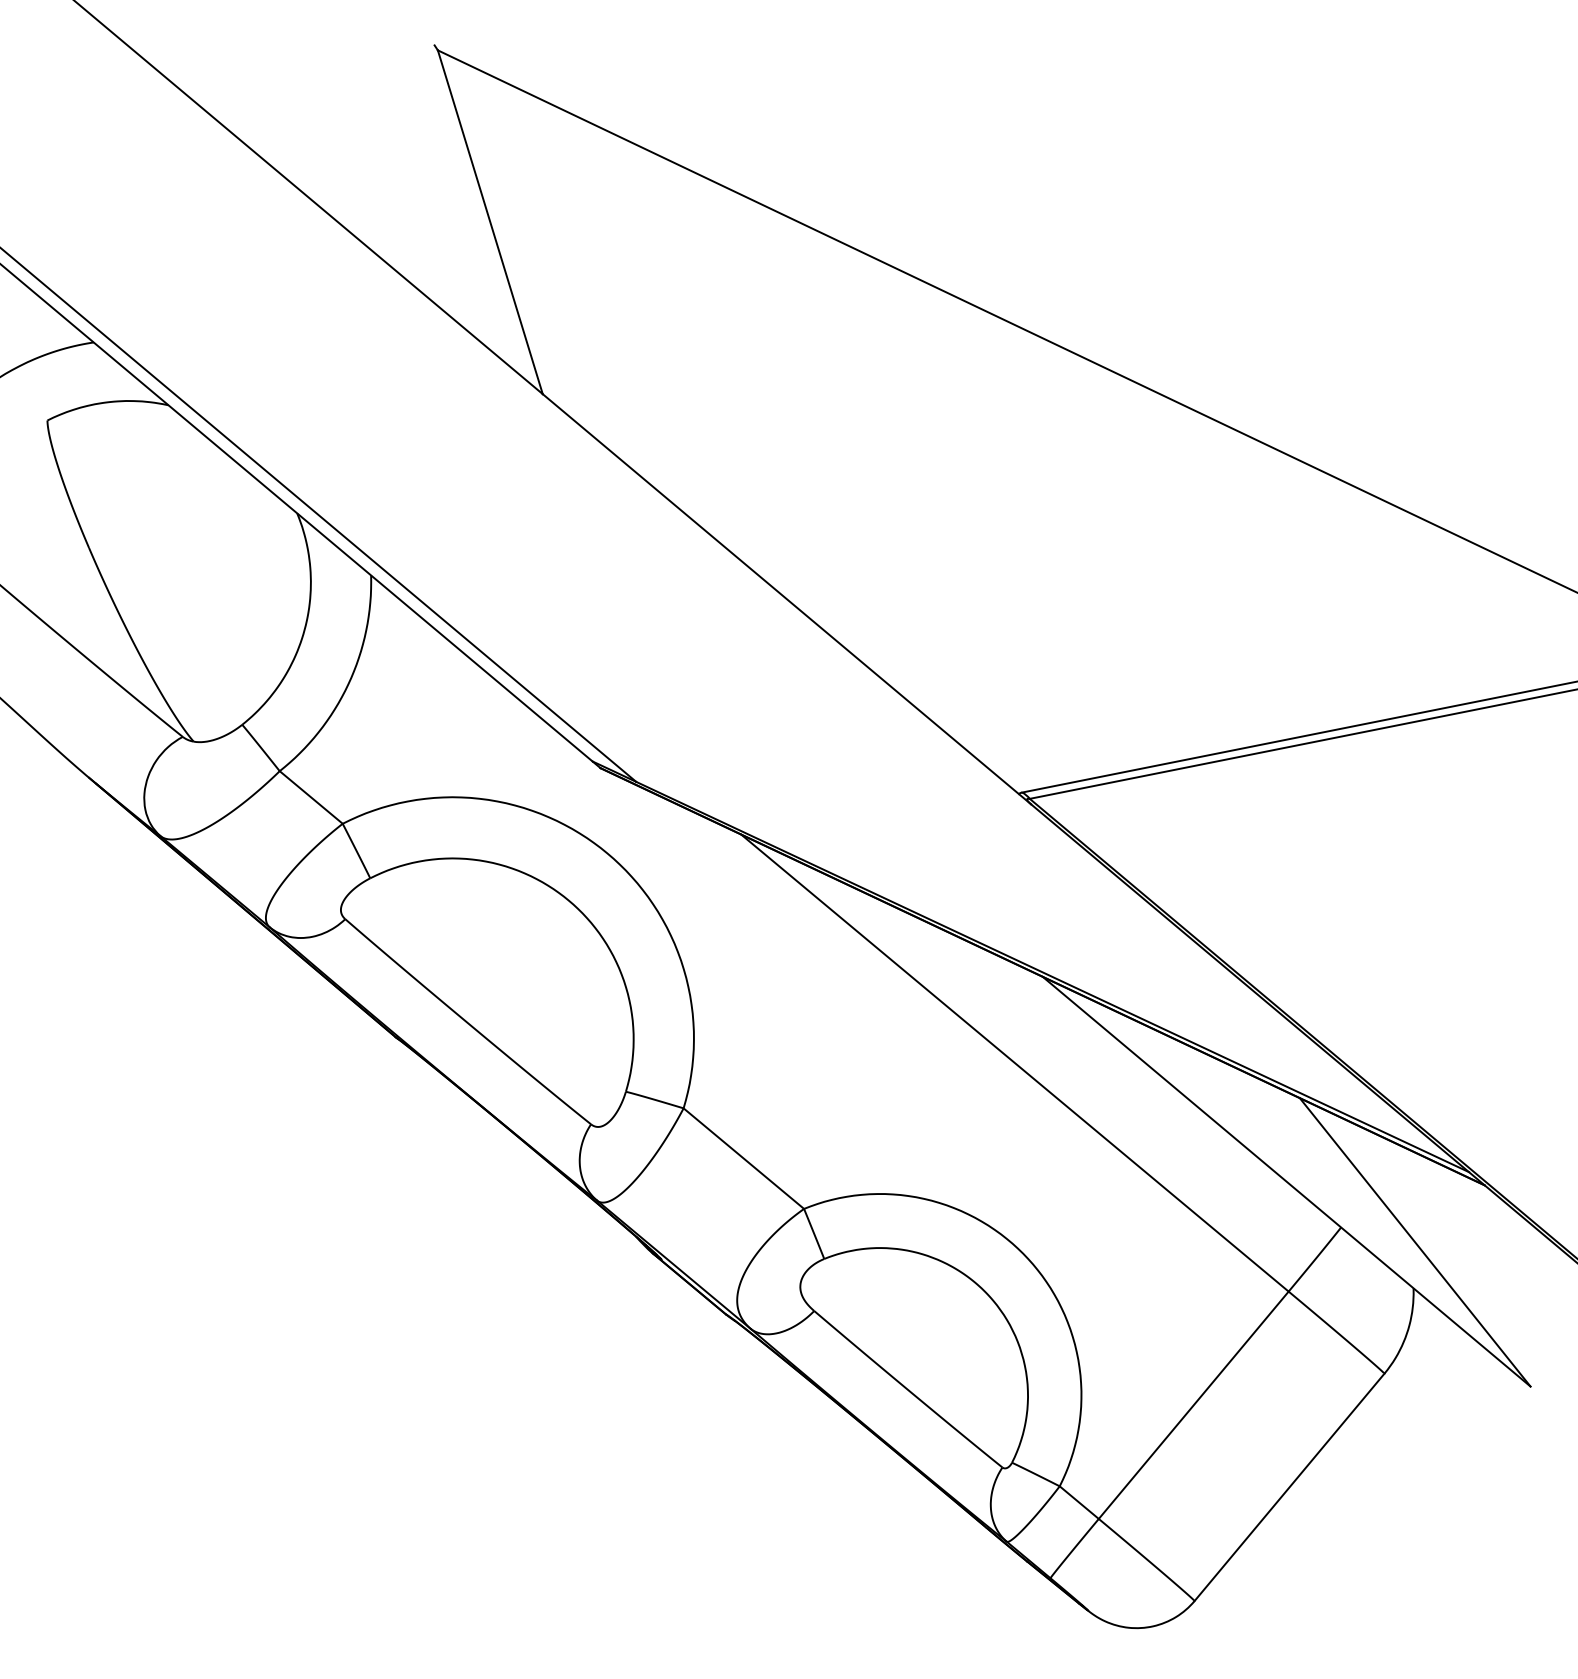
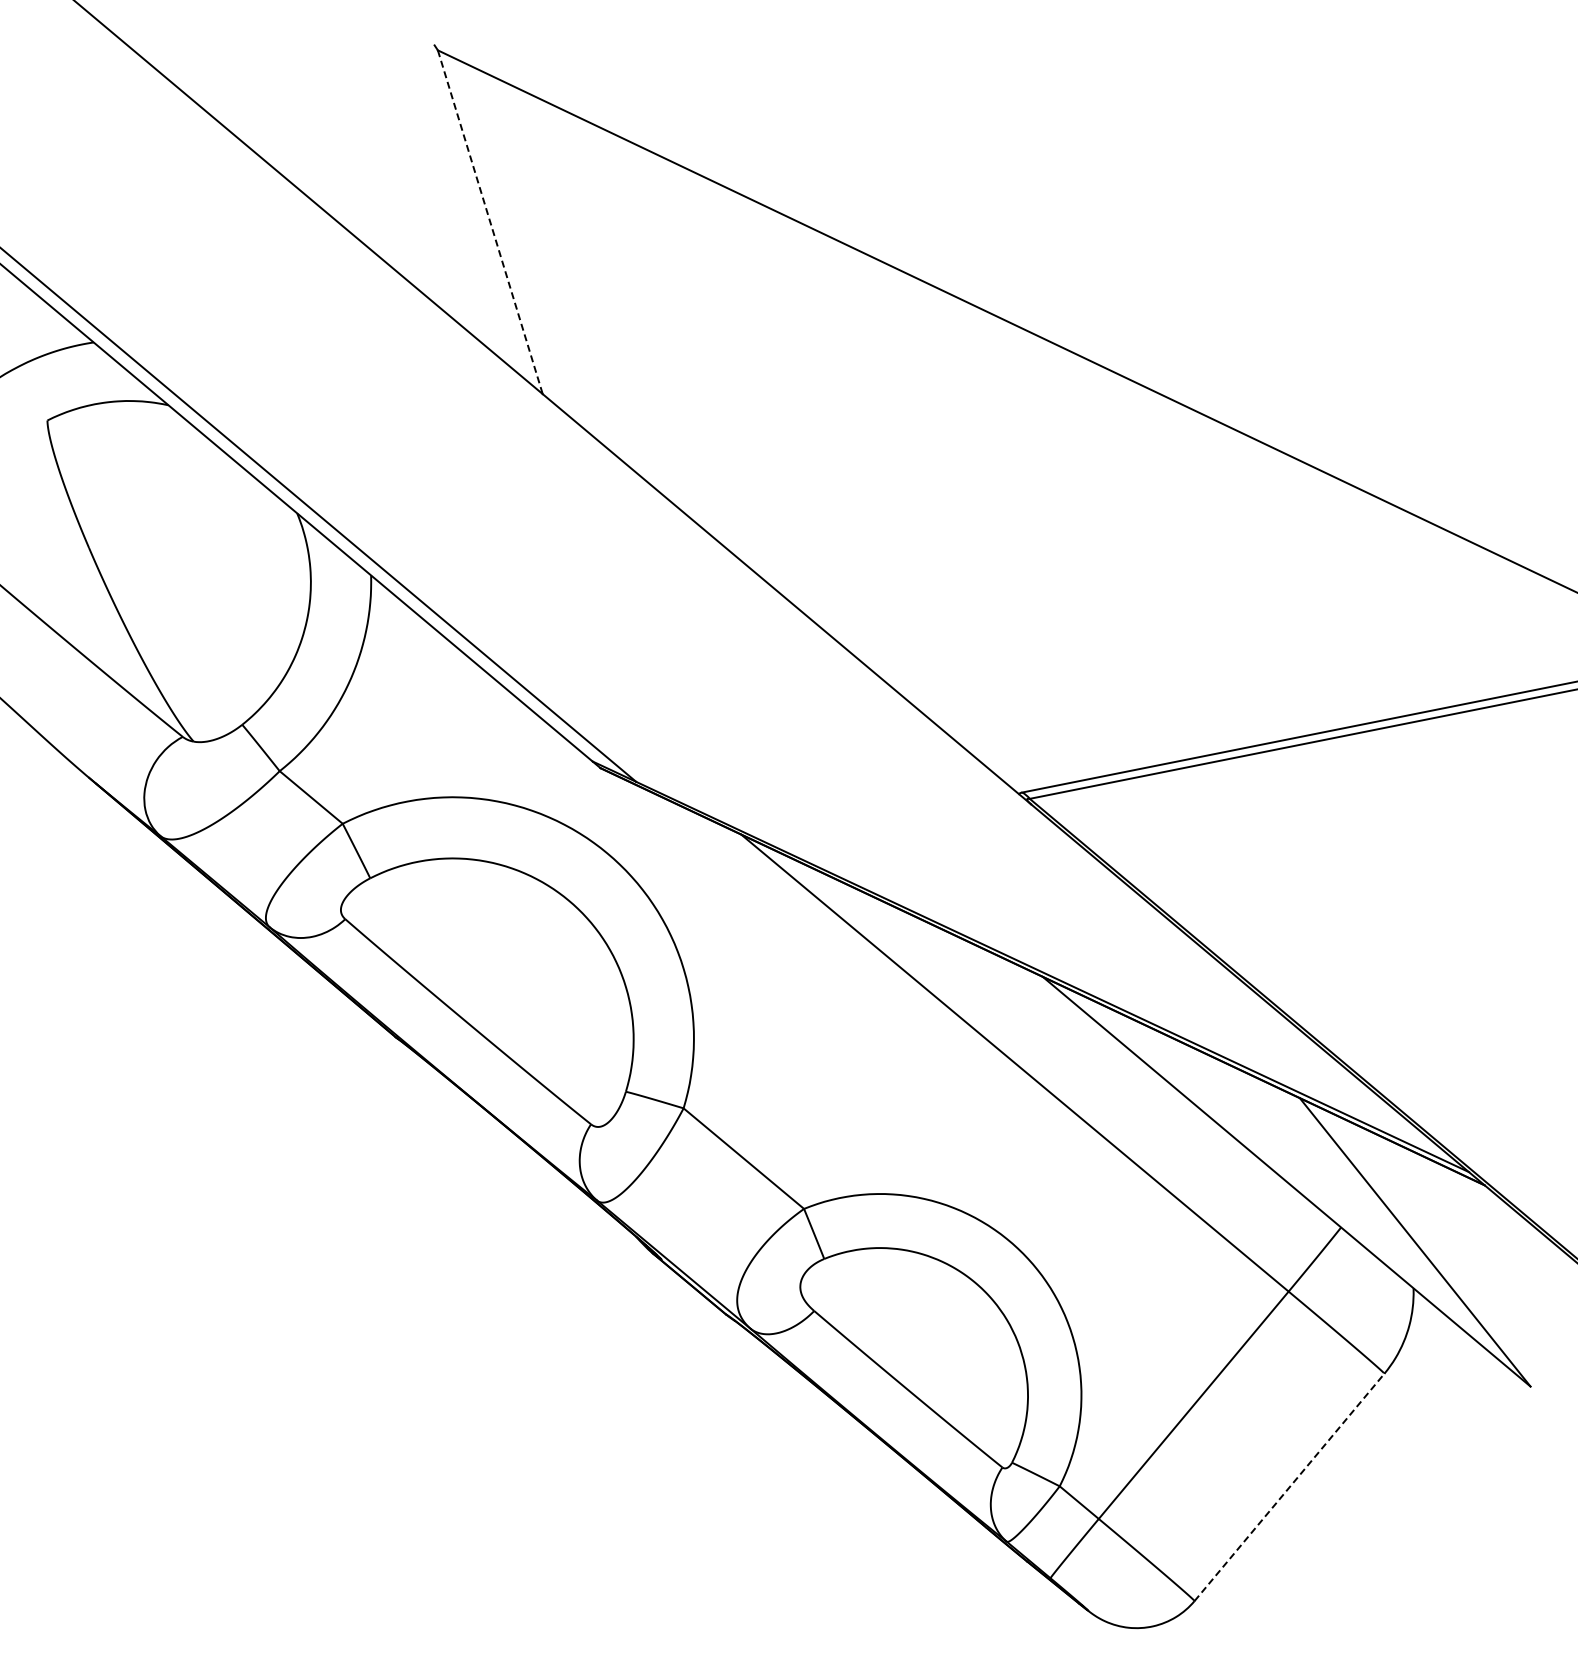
line at (490, 222): solid -> dashed
line at (1289, 1487): solid -> dashed
